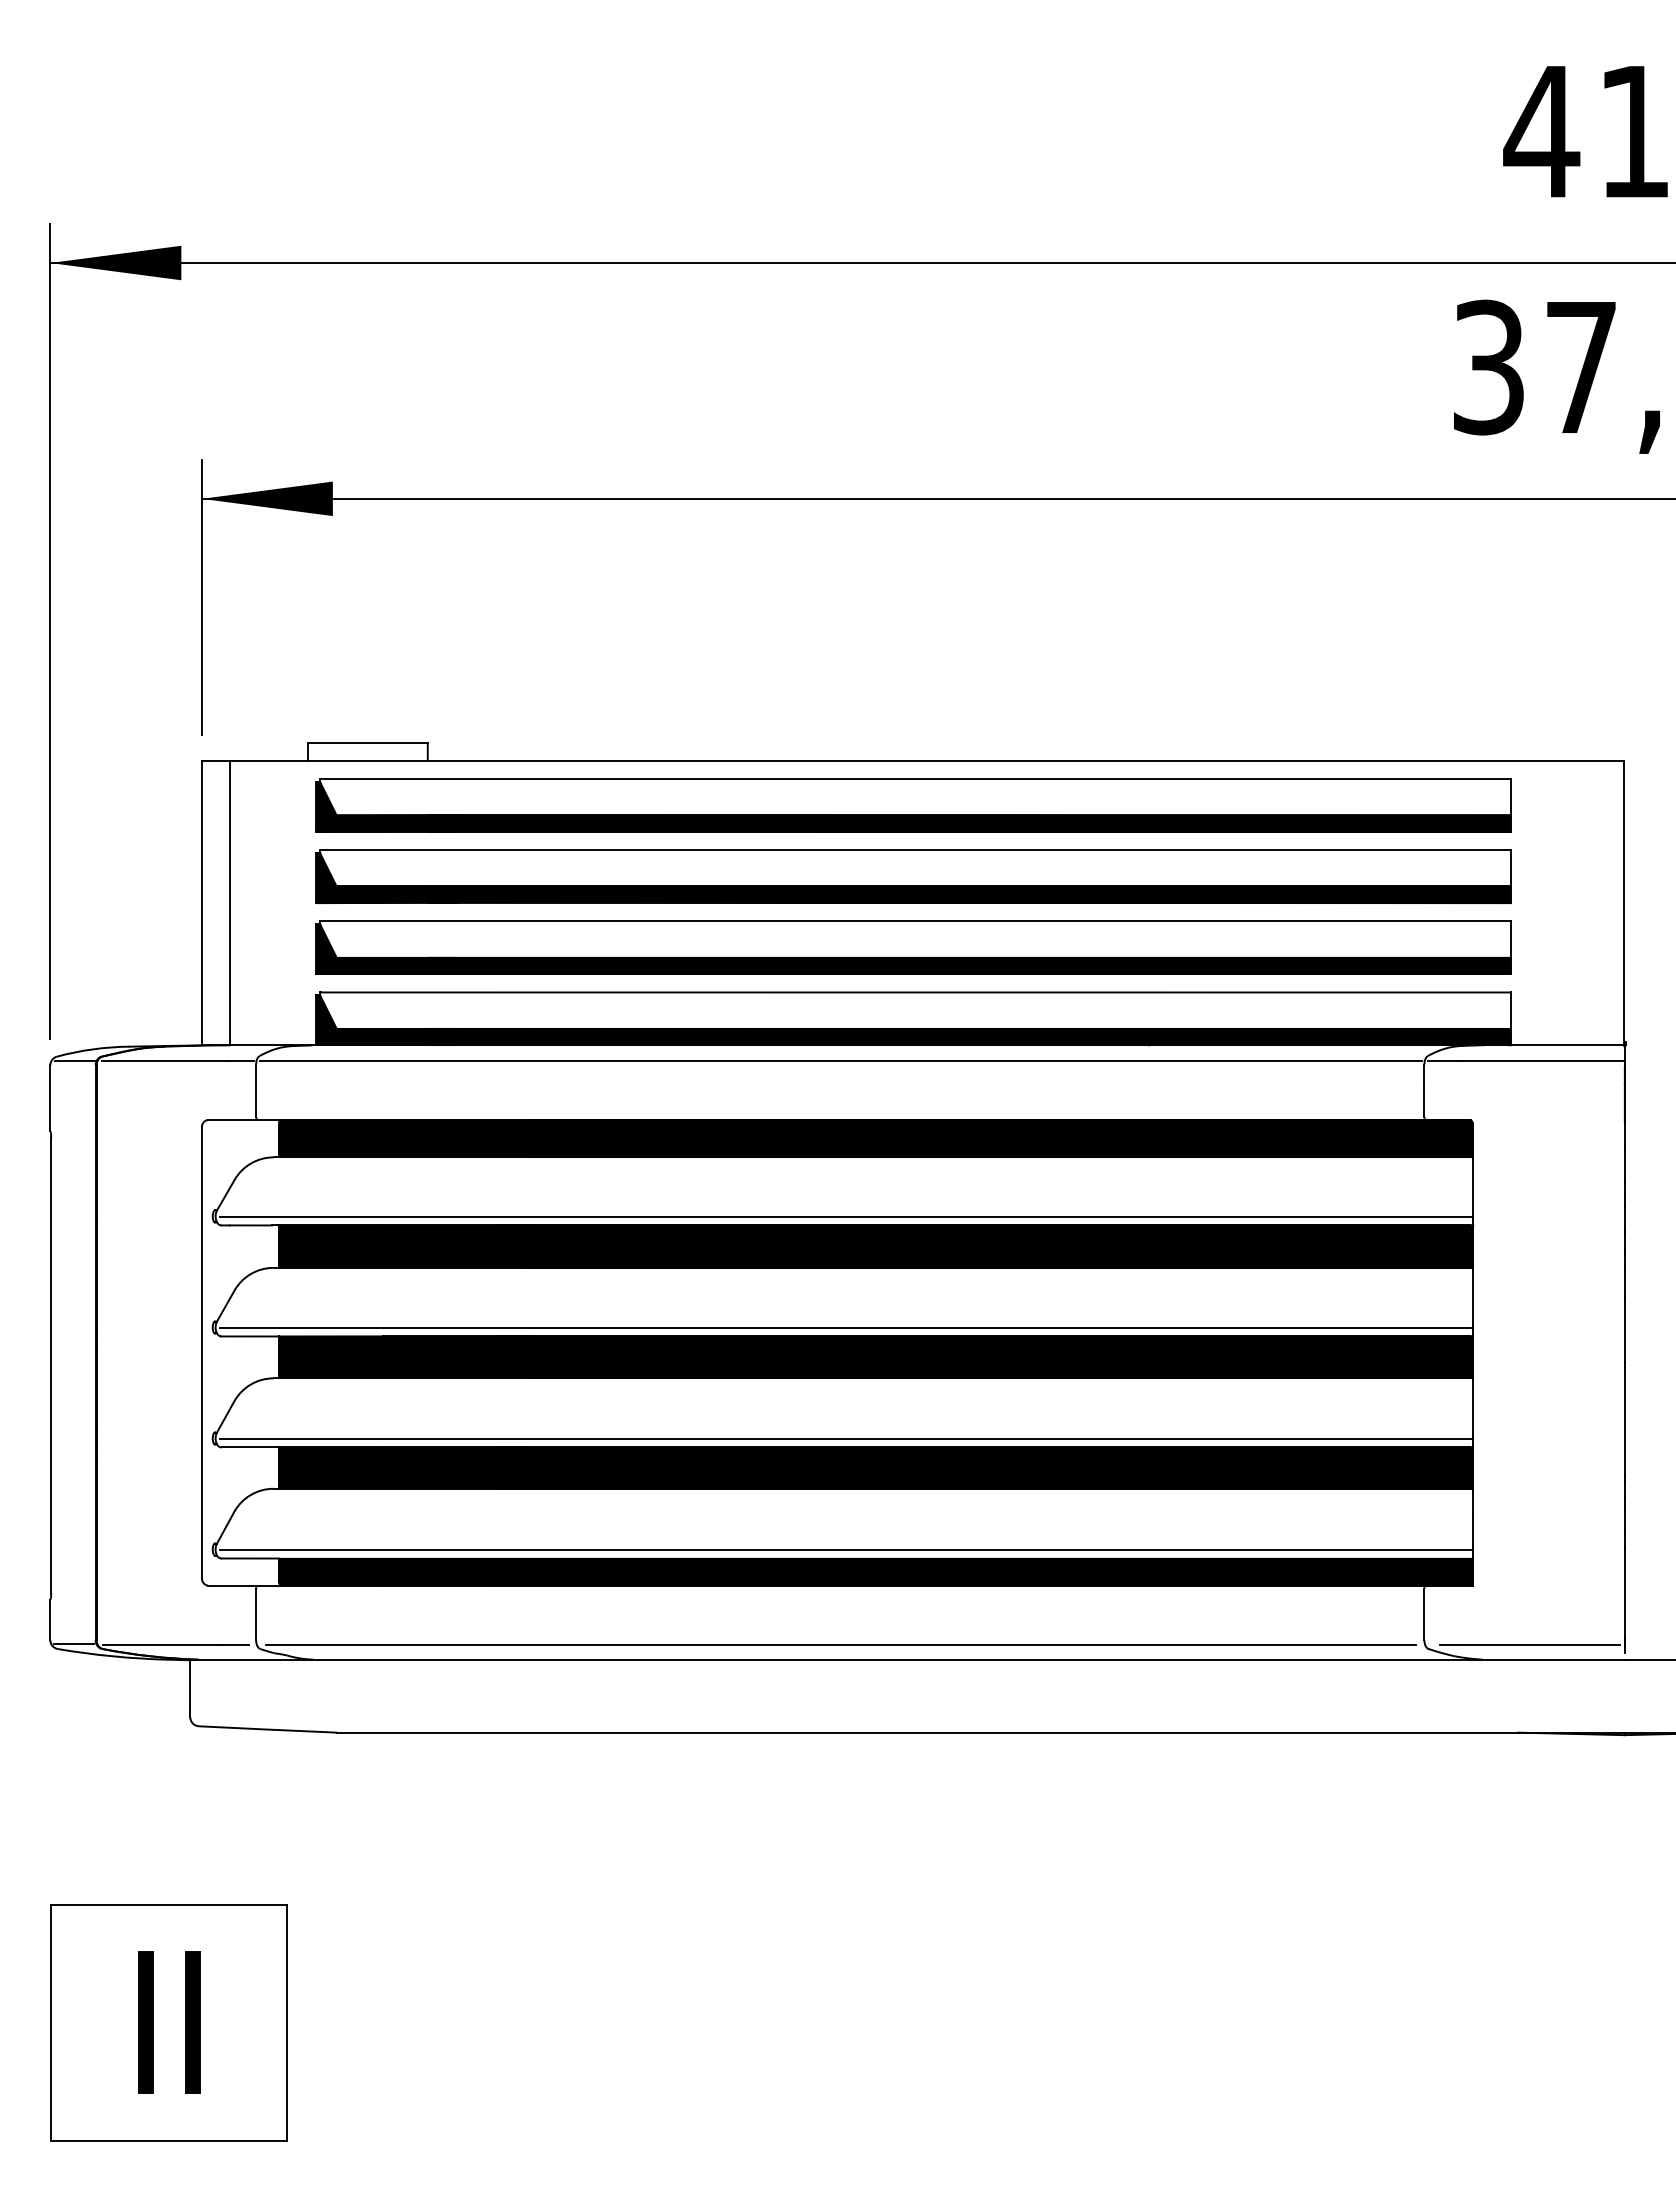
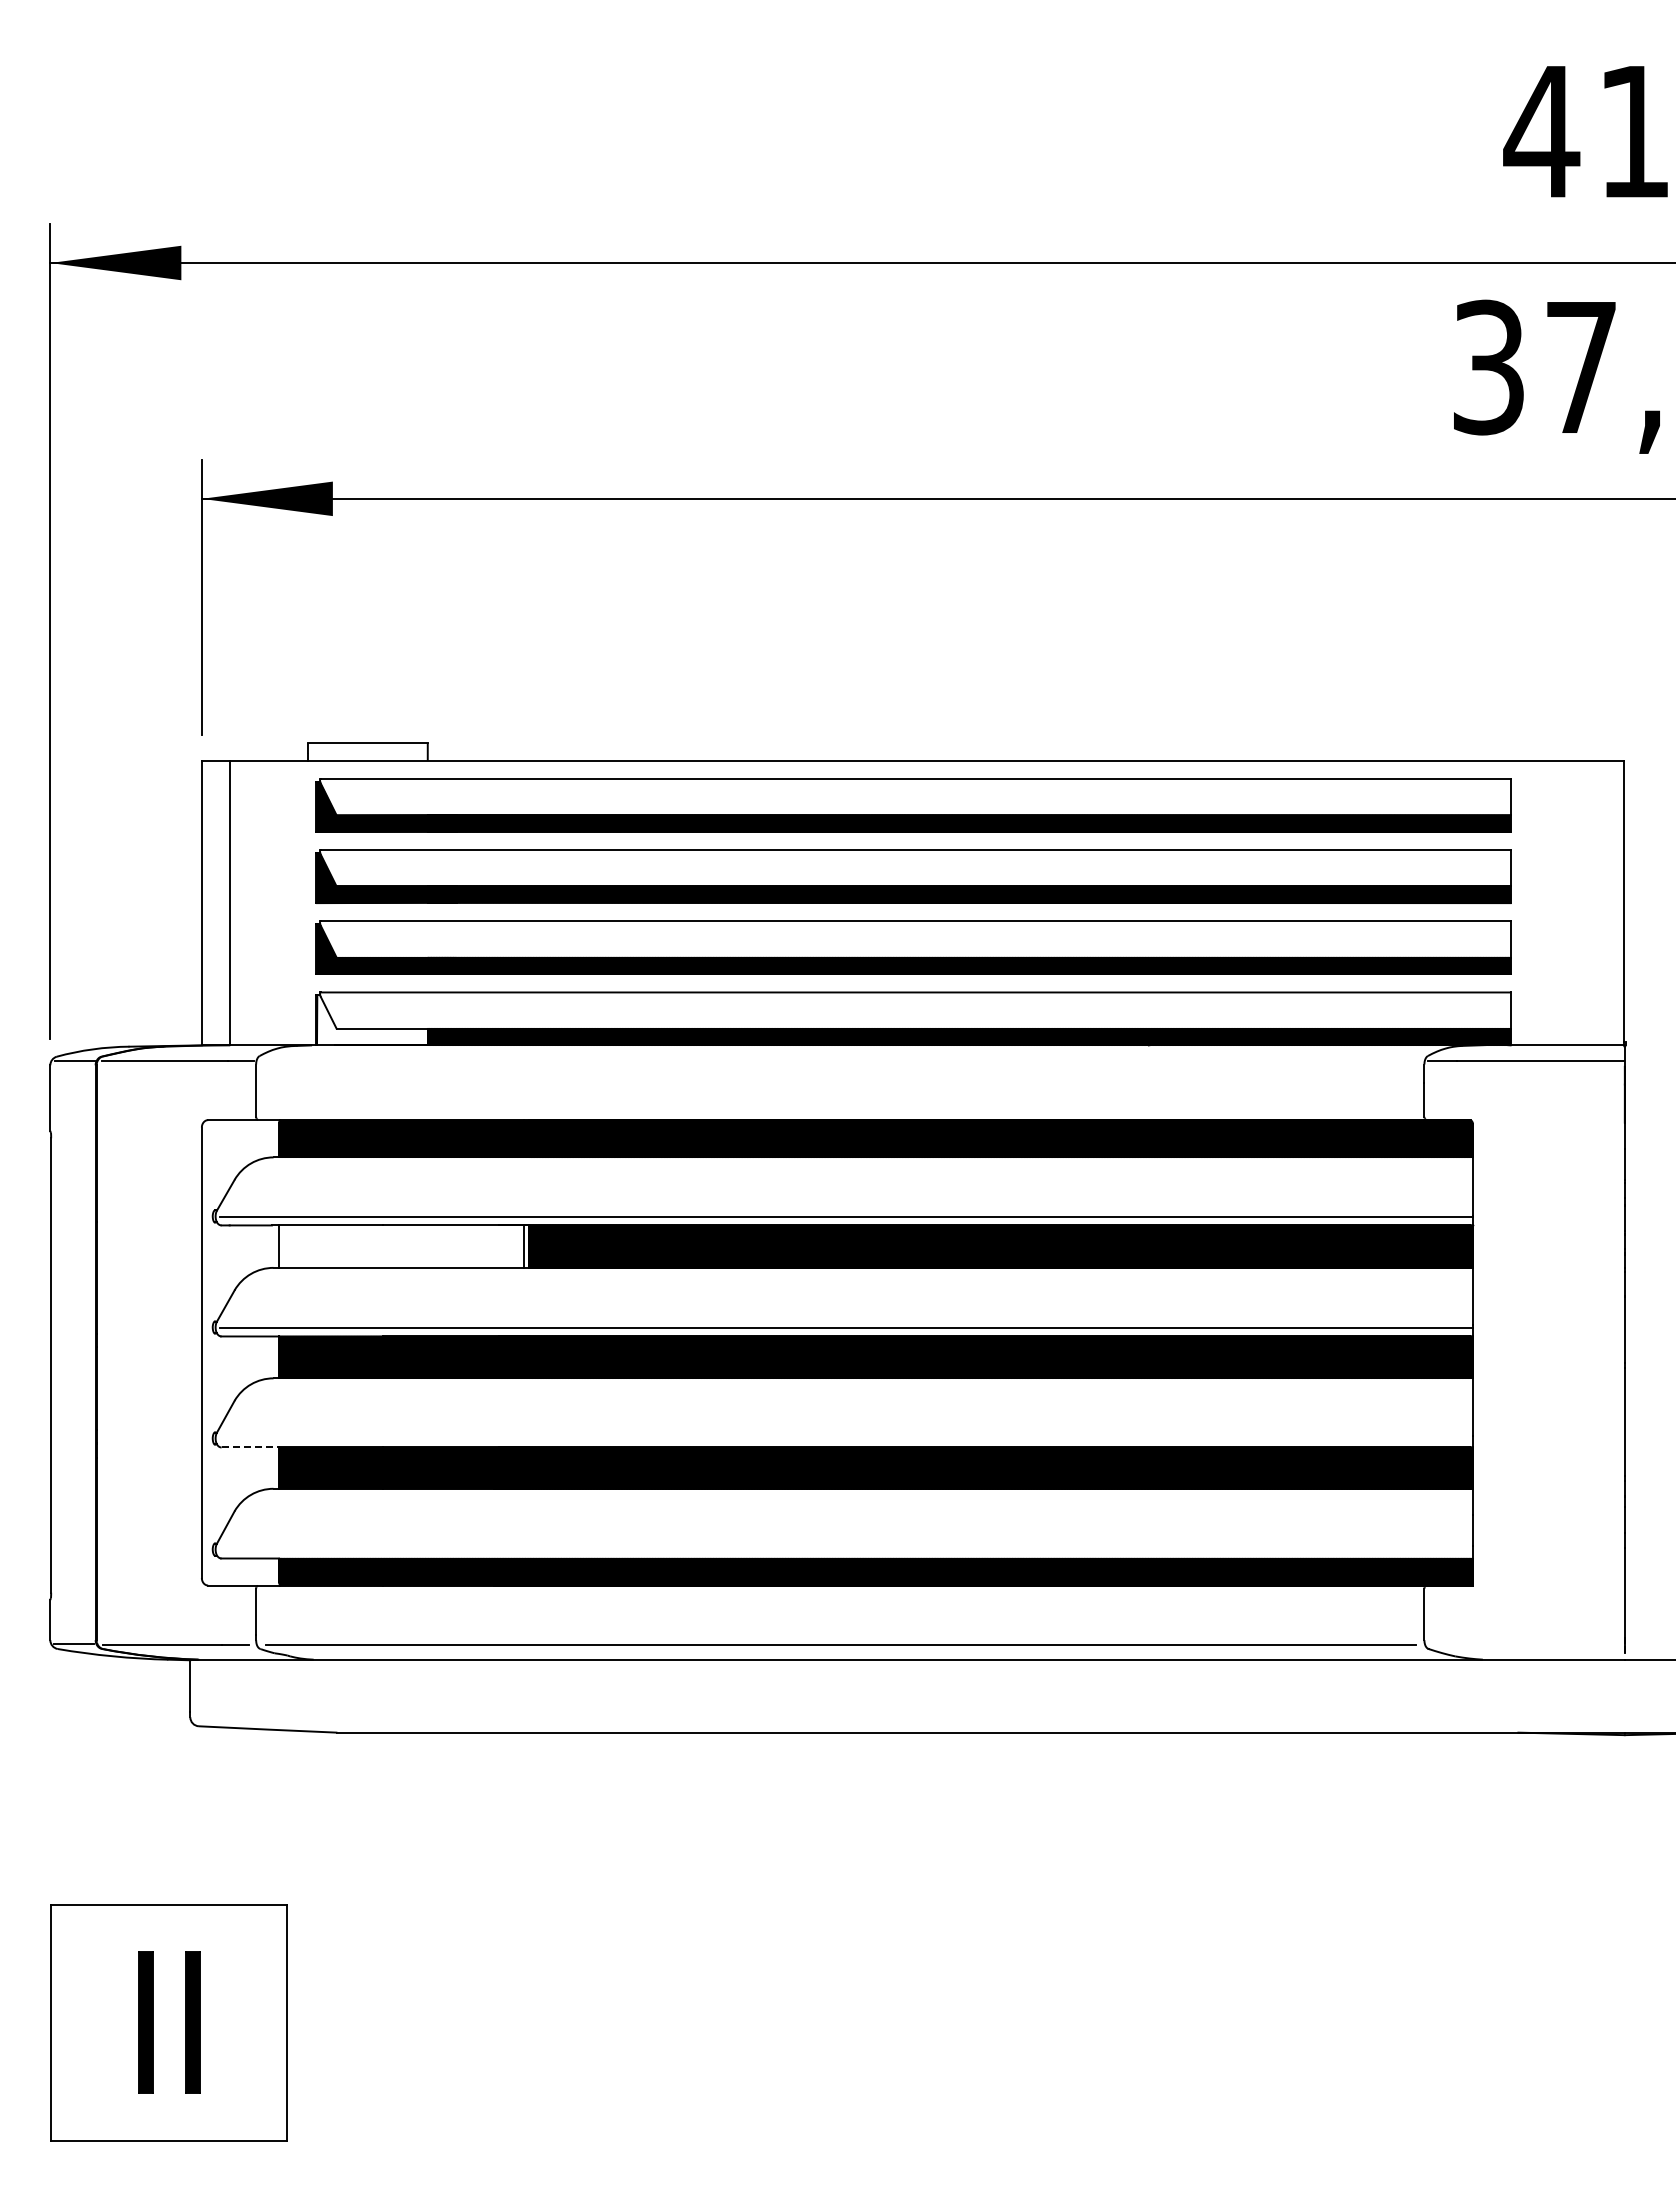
hatch at (387, 1020): present -> none
line at (840, 1060): present -> none
hatch at (403, 1246): present -> none
line at (845, 1438): present -> none
line at (250, 1447): solid -> dashed
line at (845, 1549): present -> none
line at (1529, 1644): present -> none
